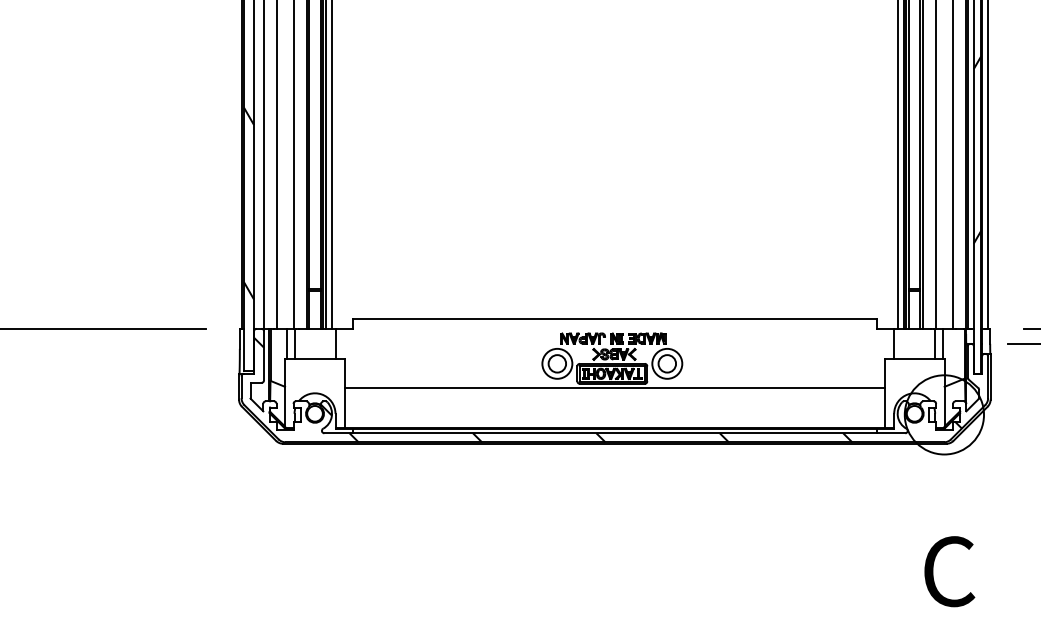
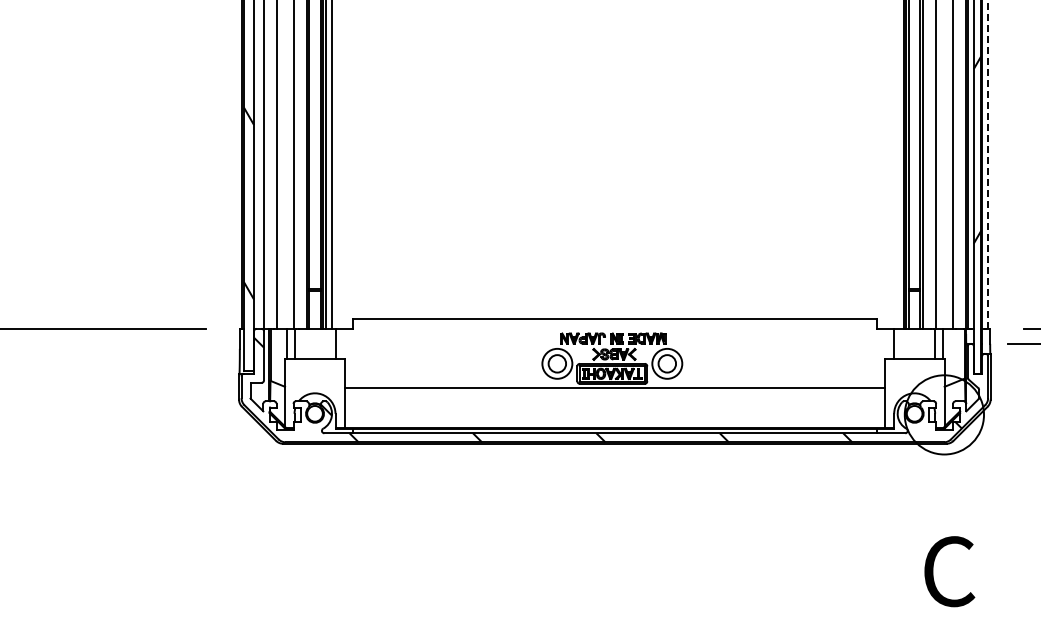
line at (988, 164): solid -> dashed
line at (897, 165): present -> none
